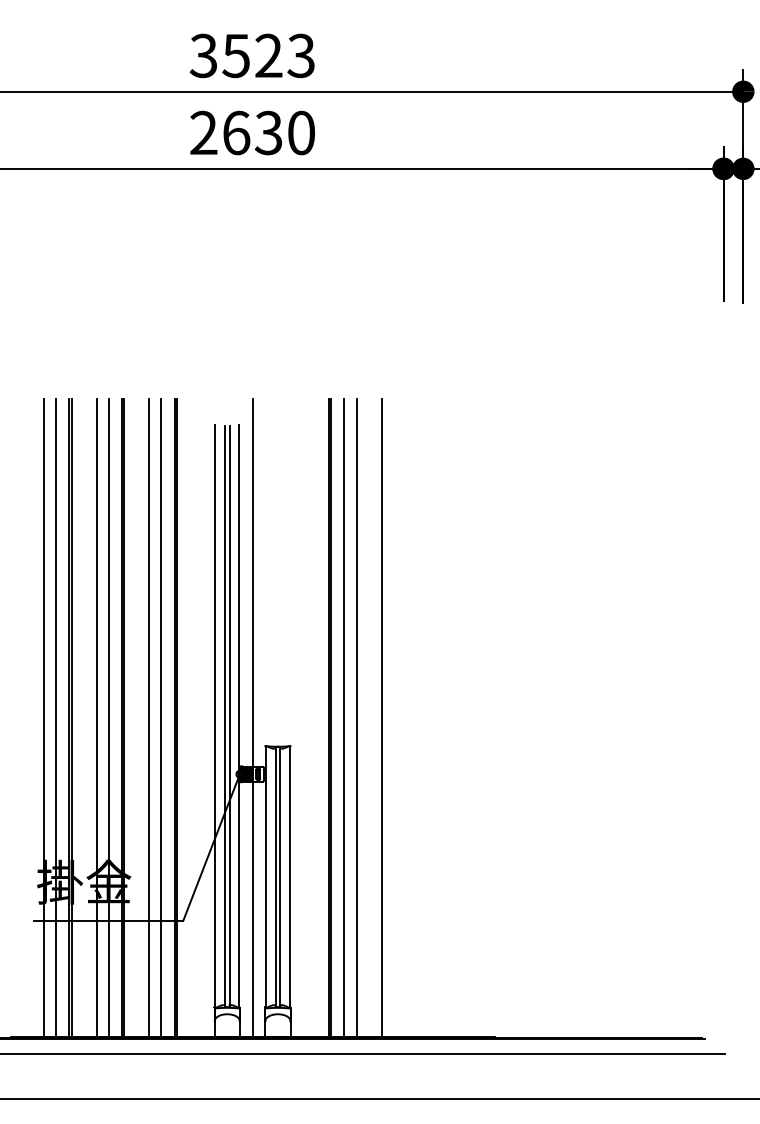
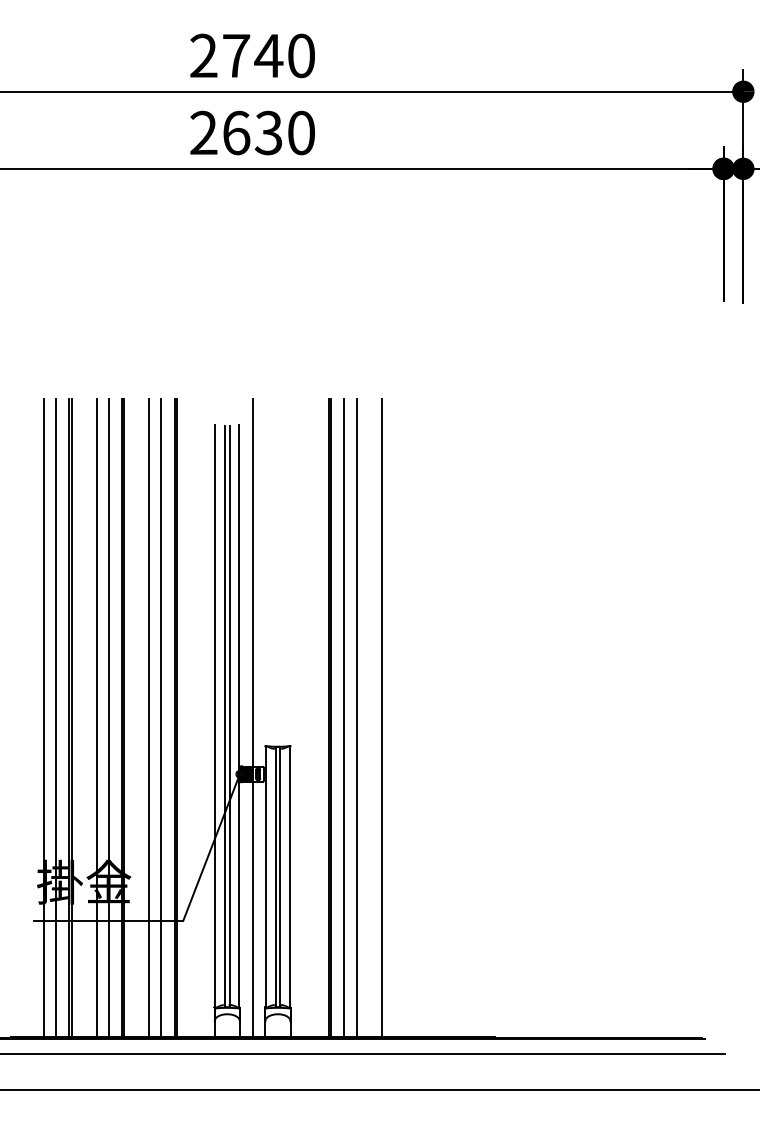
text at (251, 55): 3523 -> 2740
line at (379, 1099) position: (379, 1099) -> (379, 1090)
